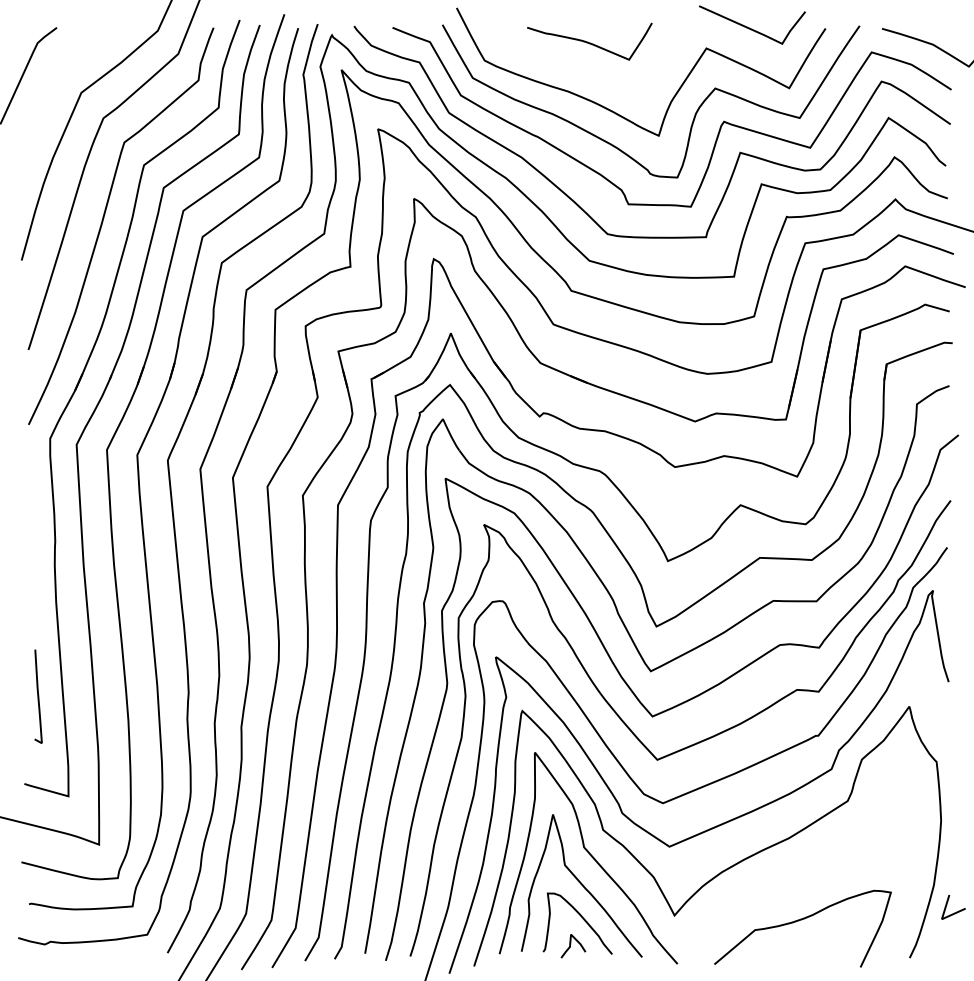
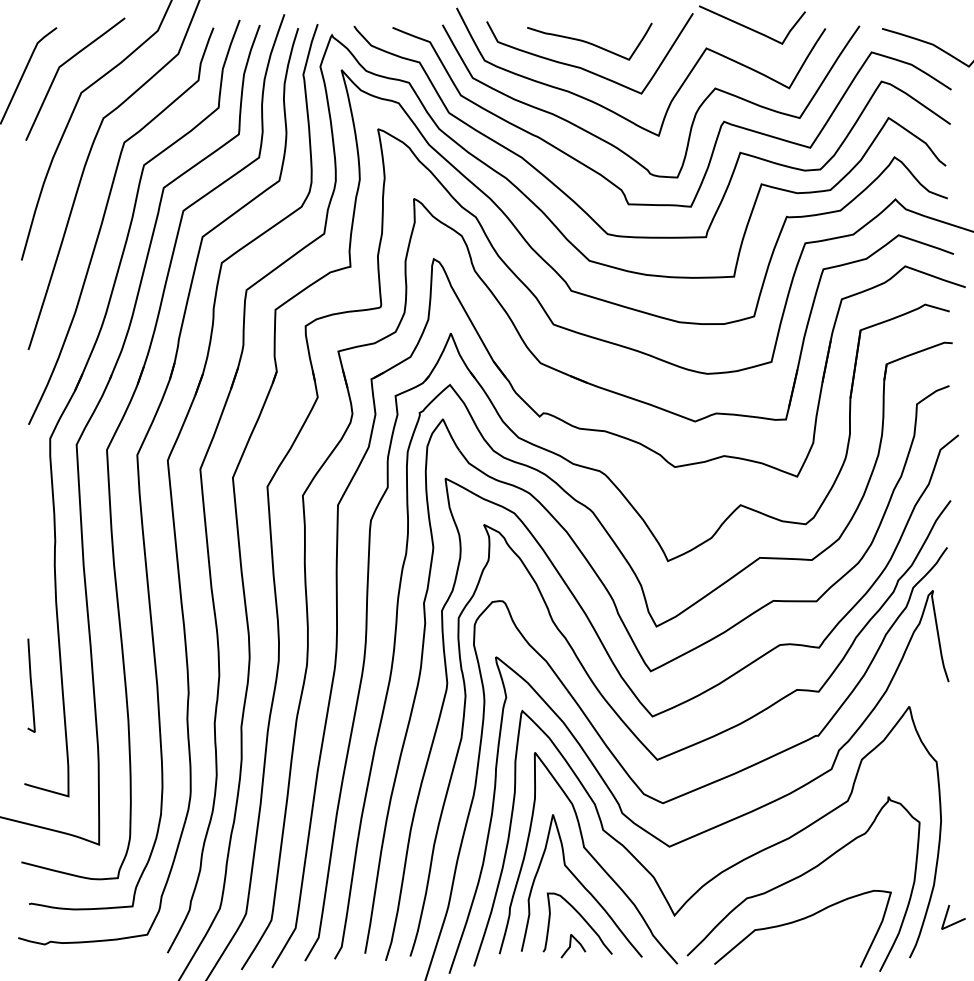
curve at (63, 65): none -> present
curve at (582, 67): none -> present
curve at (38, 696) position: (38, 696) -> (31, 685)
curve at (799, 877): none -> present
line at (956, 911) position: (956, 911) -> (956, 921)
